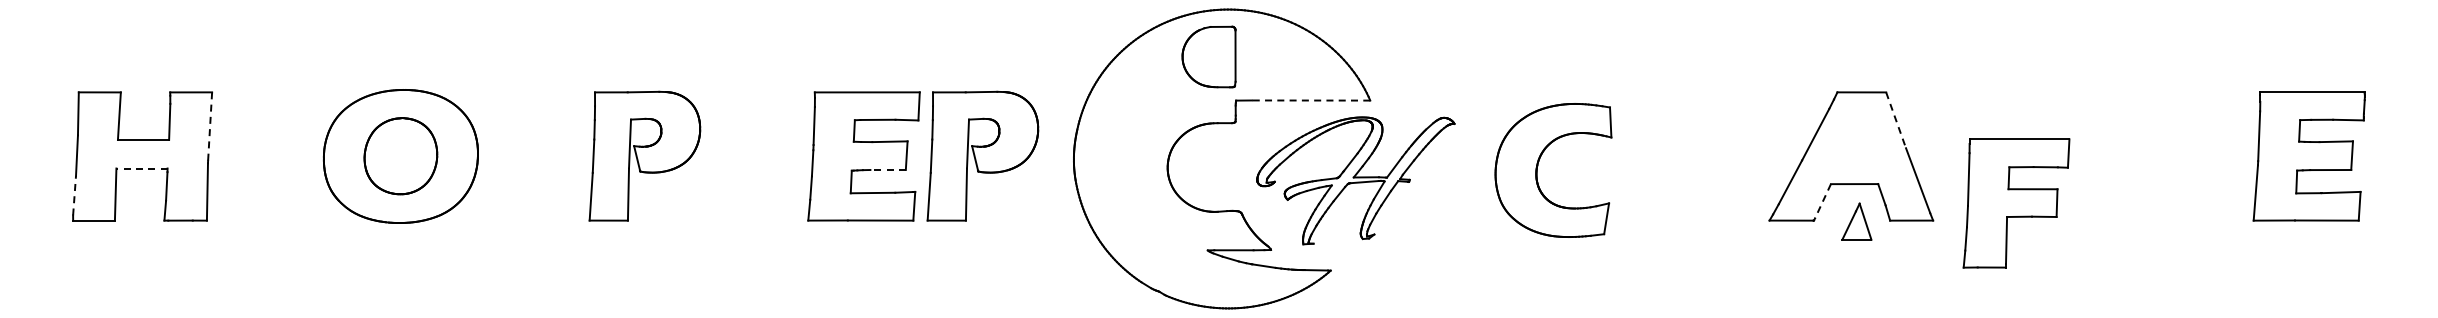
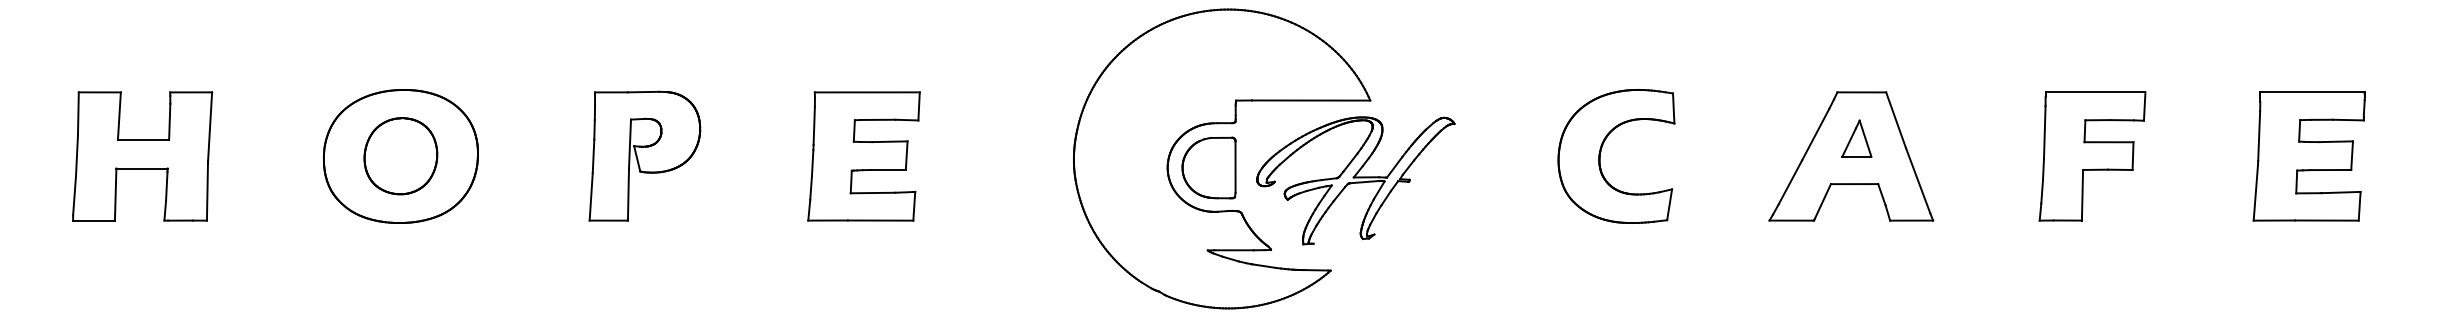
part at (1208, 56) position: (1208, 56) -> (1208, 167)
line at (1310, 100): dashed -> solid
line at (1896, 120): dashed -> solid
line at (210, 127): dashed -> solid
part at (982, 155): present -> none
part at (1538, 166) position: (1538, 166) -> (1601, 152)
line at (142, 168): dashed -> solid
line at (888, 170): dashed -> solid
line at (74, 195): dashed -> solid
line at (1822, 201): dashed -> solid
part at (2016, 203) position: (2016, 203) -> (2092, 156)
part at (1856, 221) position: (1856, 221) -> (1856, 138)
